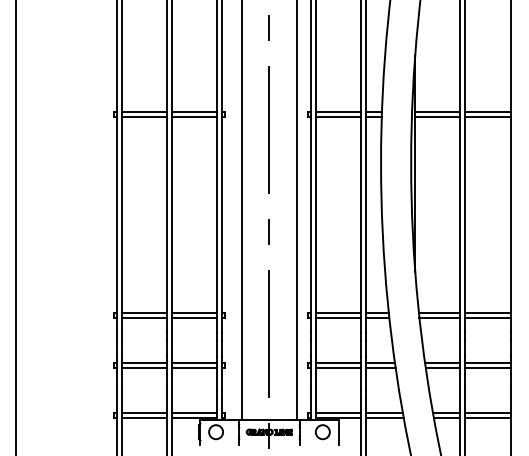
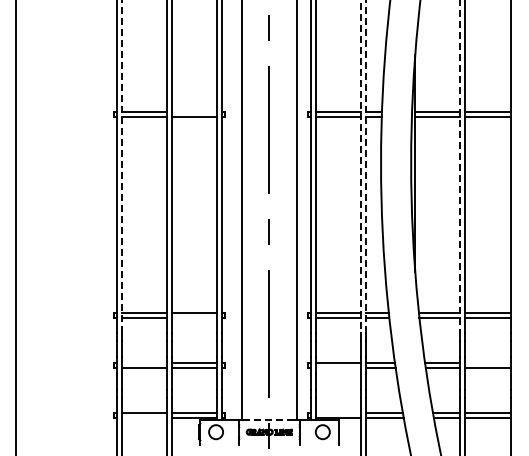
line at (194, 112): present -> none
line at (121, 165): solid -> dashed
line at (366, 165): solid -> dashed
line at (360, 166): solid -> dashed
line at (460, 166): solid -> dashed
line at (194, 317): present -> none
line at (143, 362): present -> none
line at (487, 362): present -> none
line at (337, 367): present -> none
line at (337, 413): present -> none
line at (143, 418): present -> none
line at (268, 419): solid -> dashed
